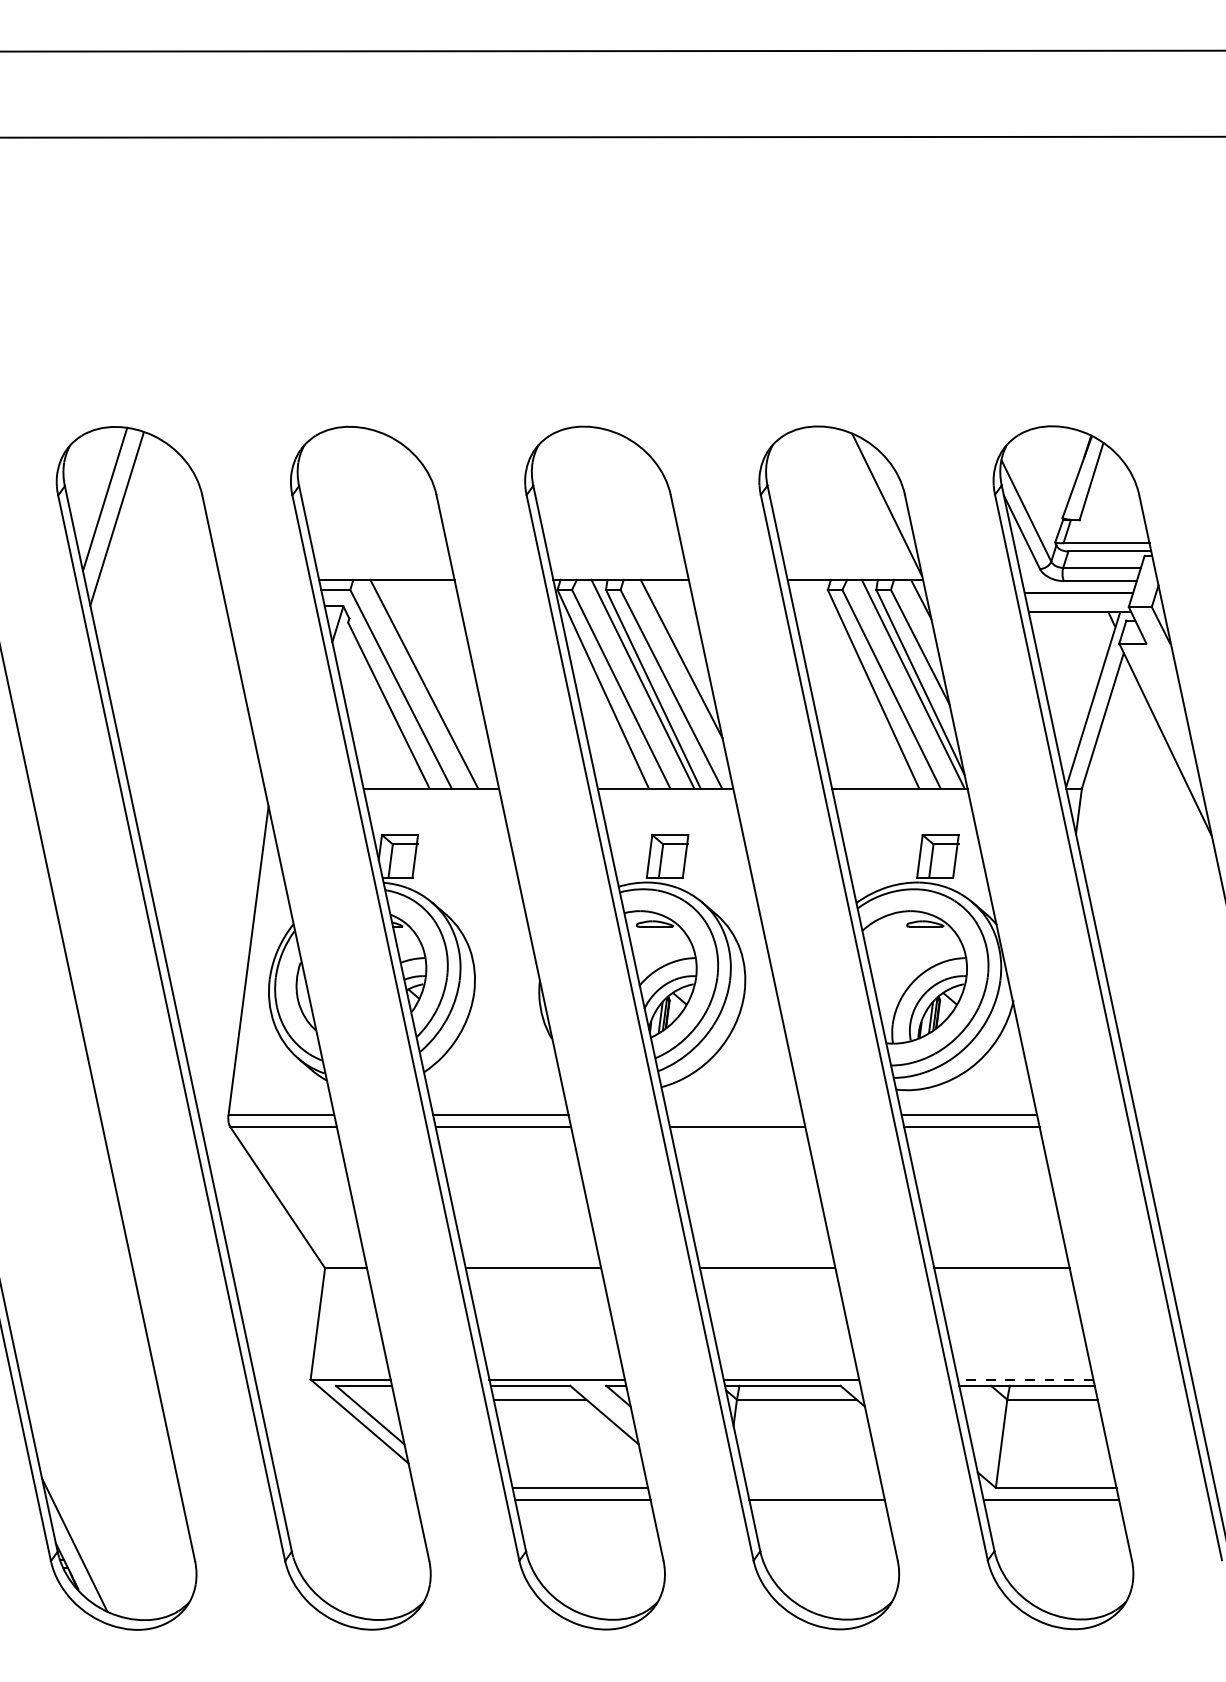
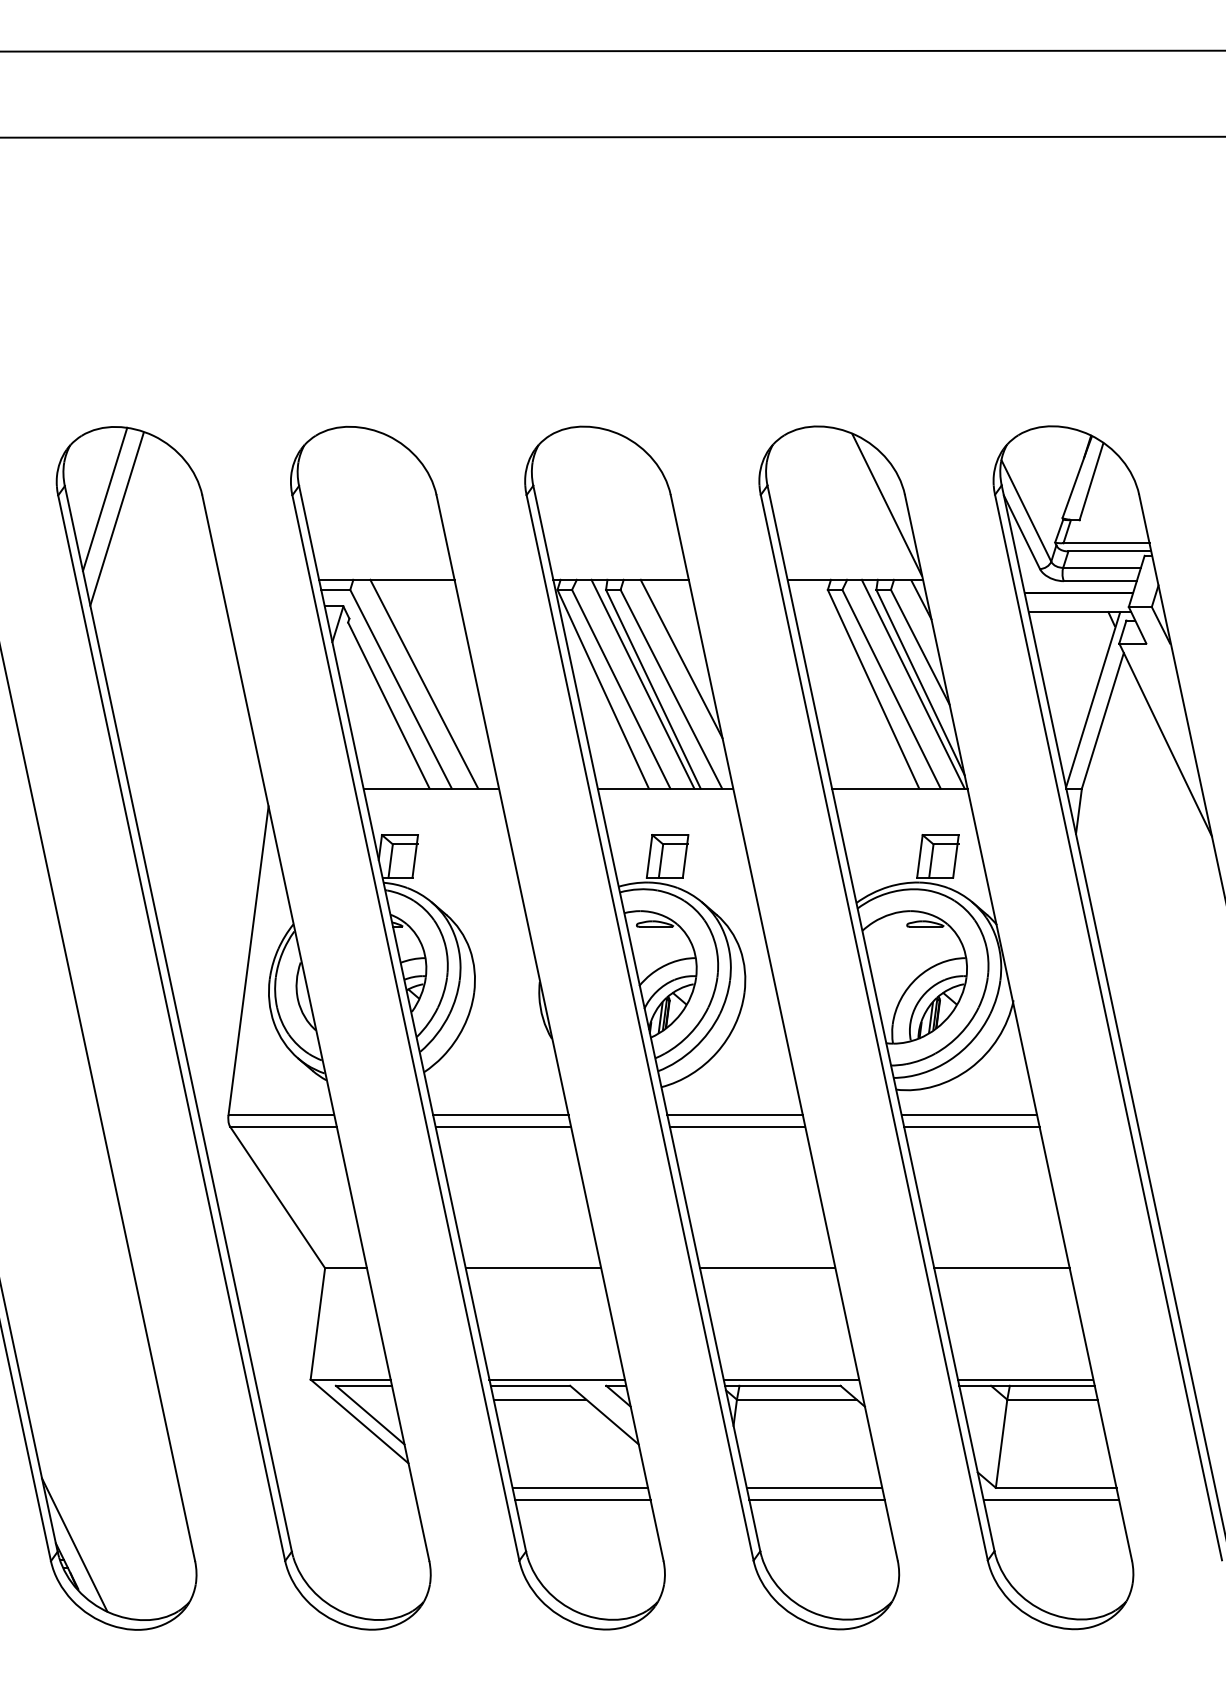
line at (734, 1115): none -> present
line at (1025, 1379): dashed -> solid
line at (814, 1487): none -> present
